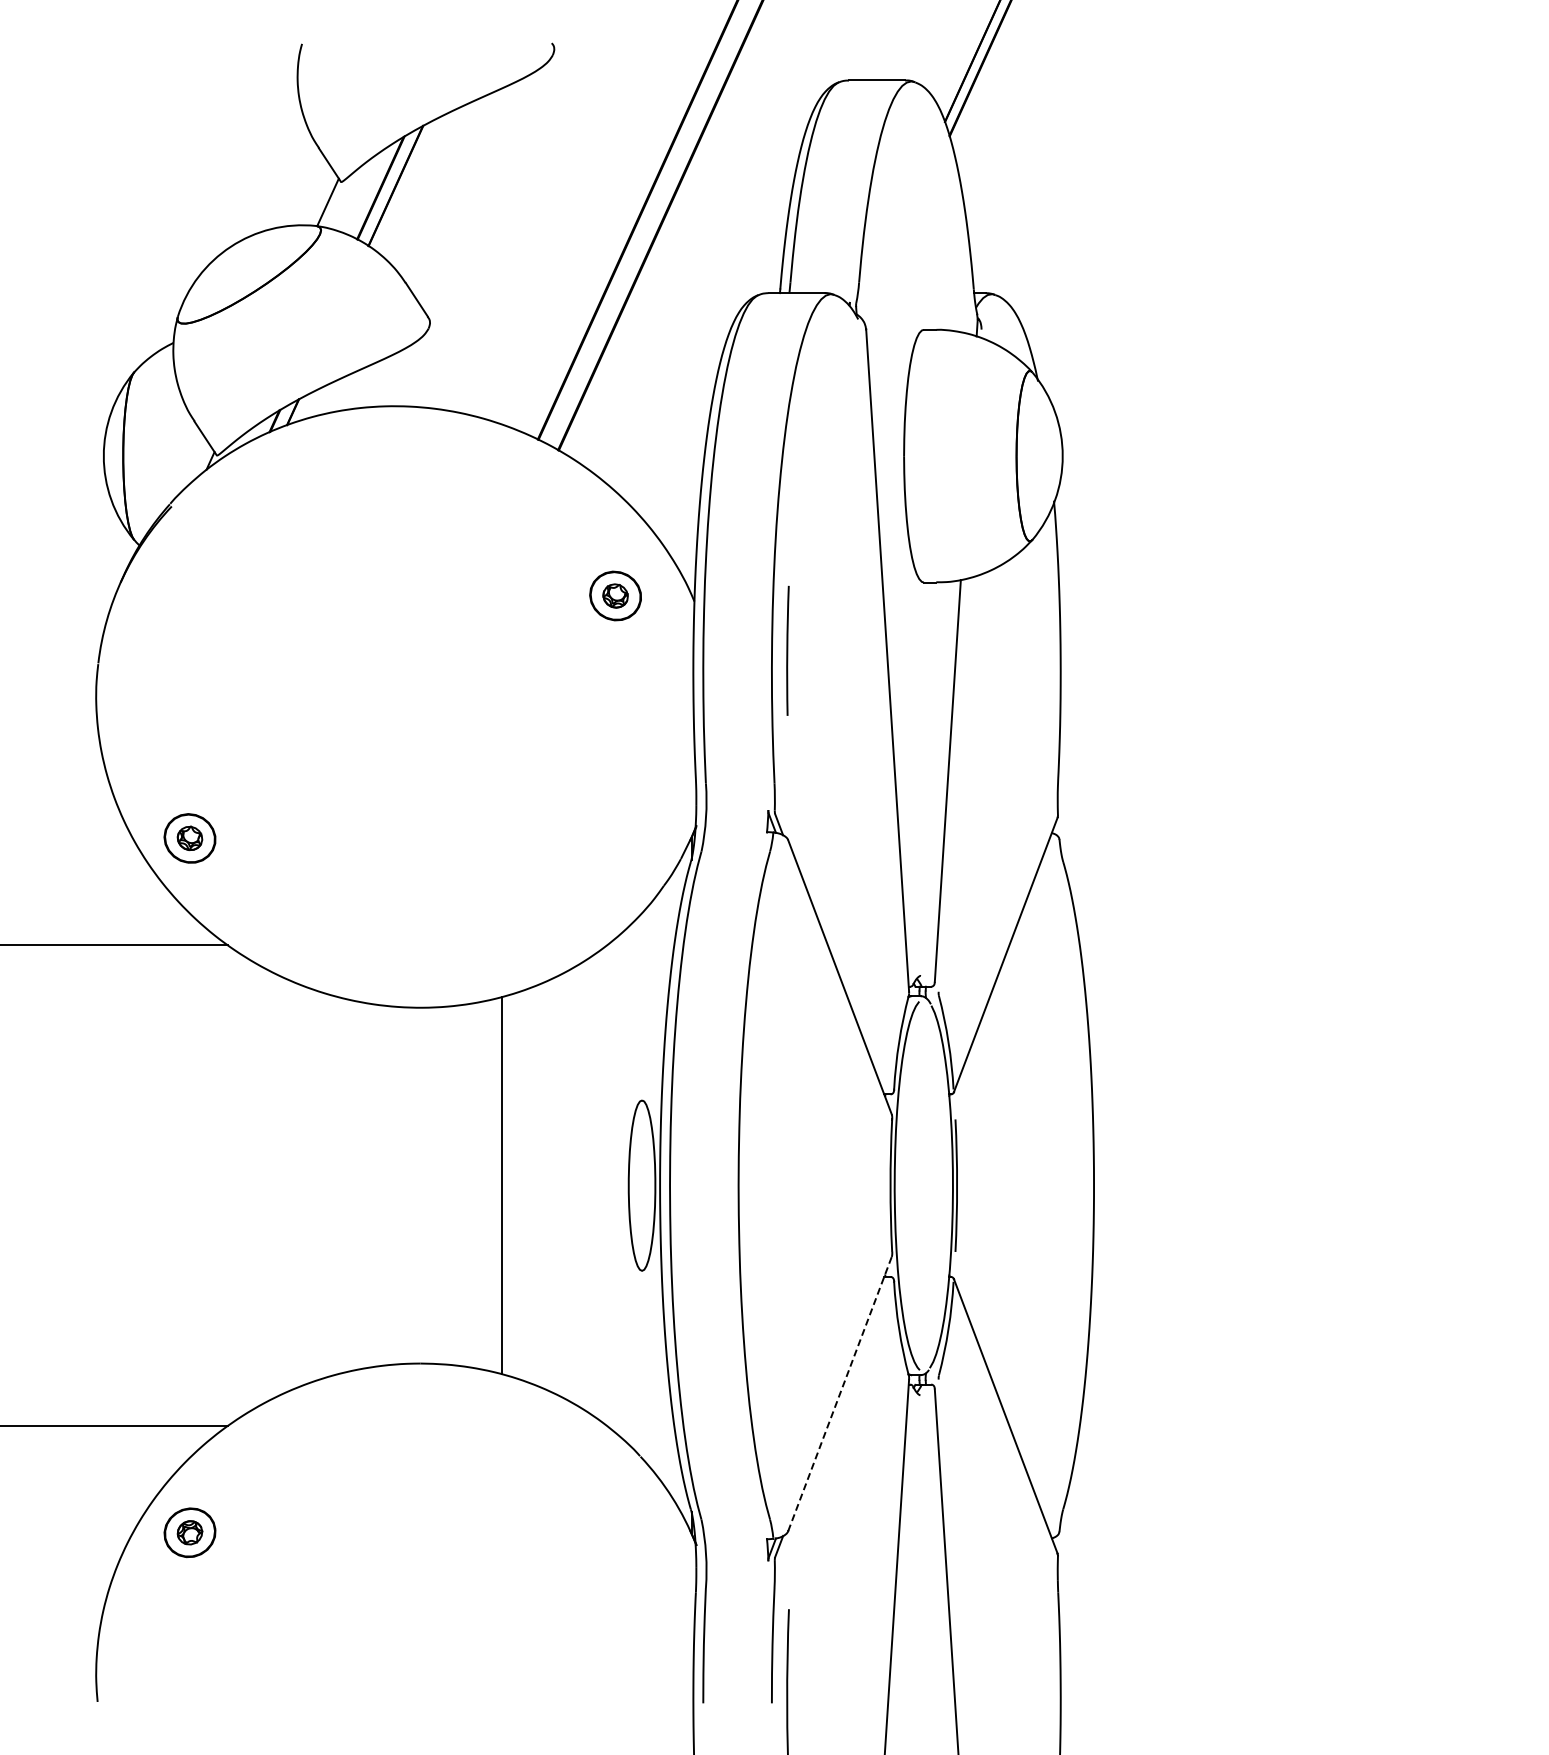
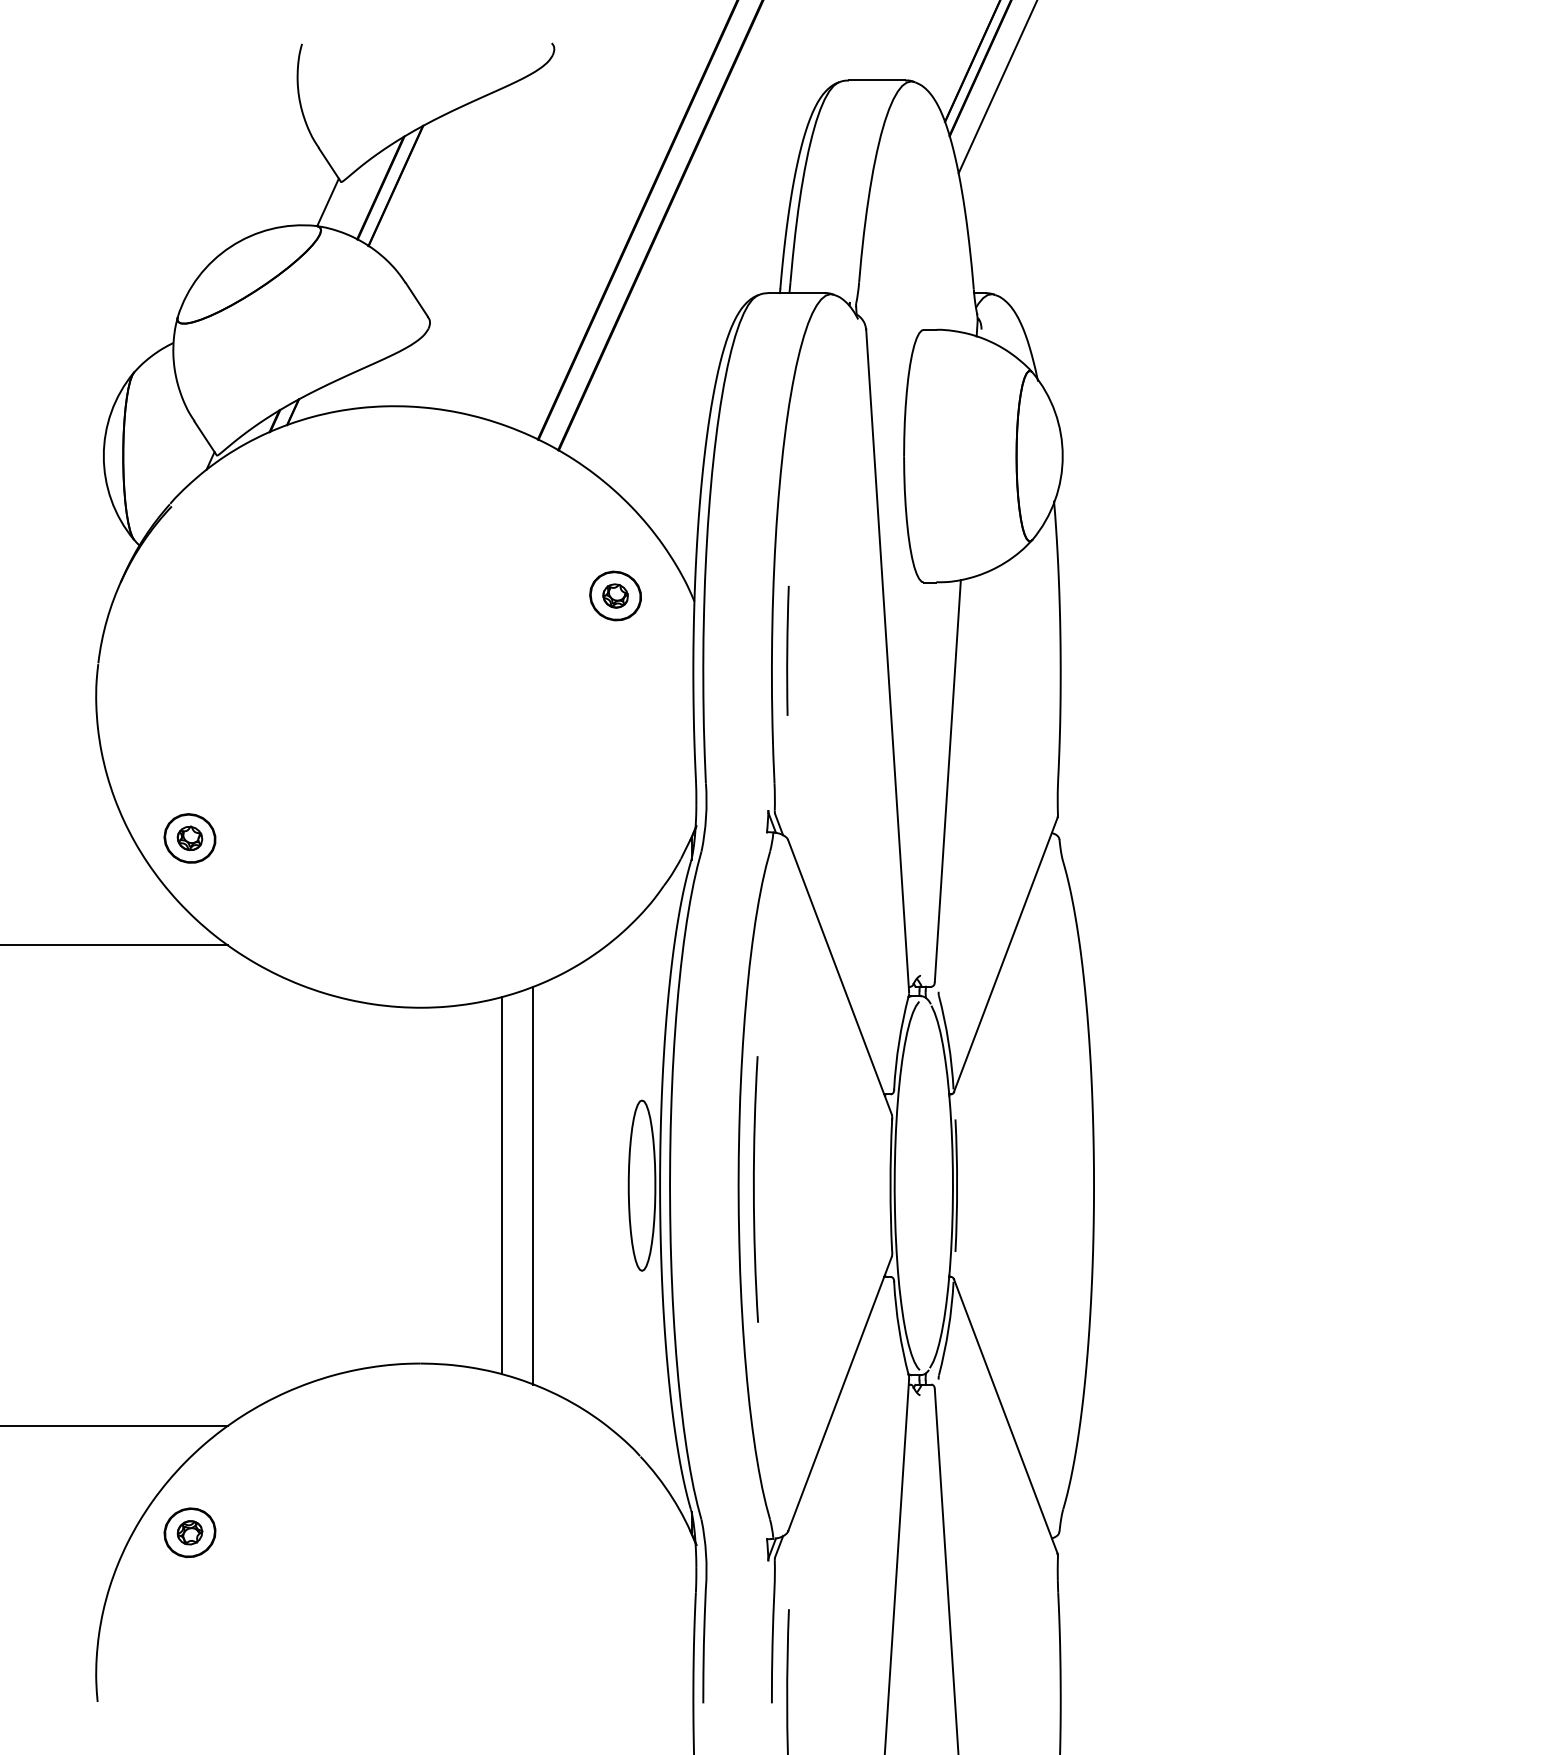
line at (997, 87): none -> present
line at (533, 1185): none -> present
arc at (754, 1189): none -> present
line at (839, 1394): dashed -> solid
